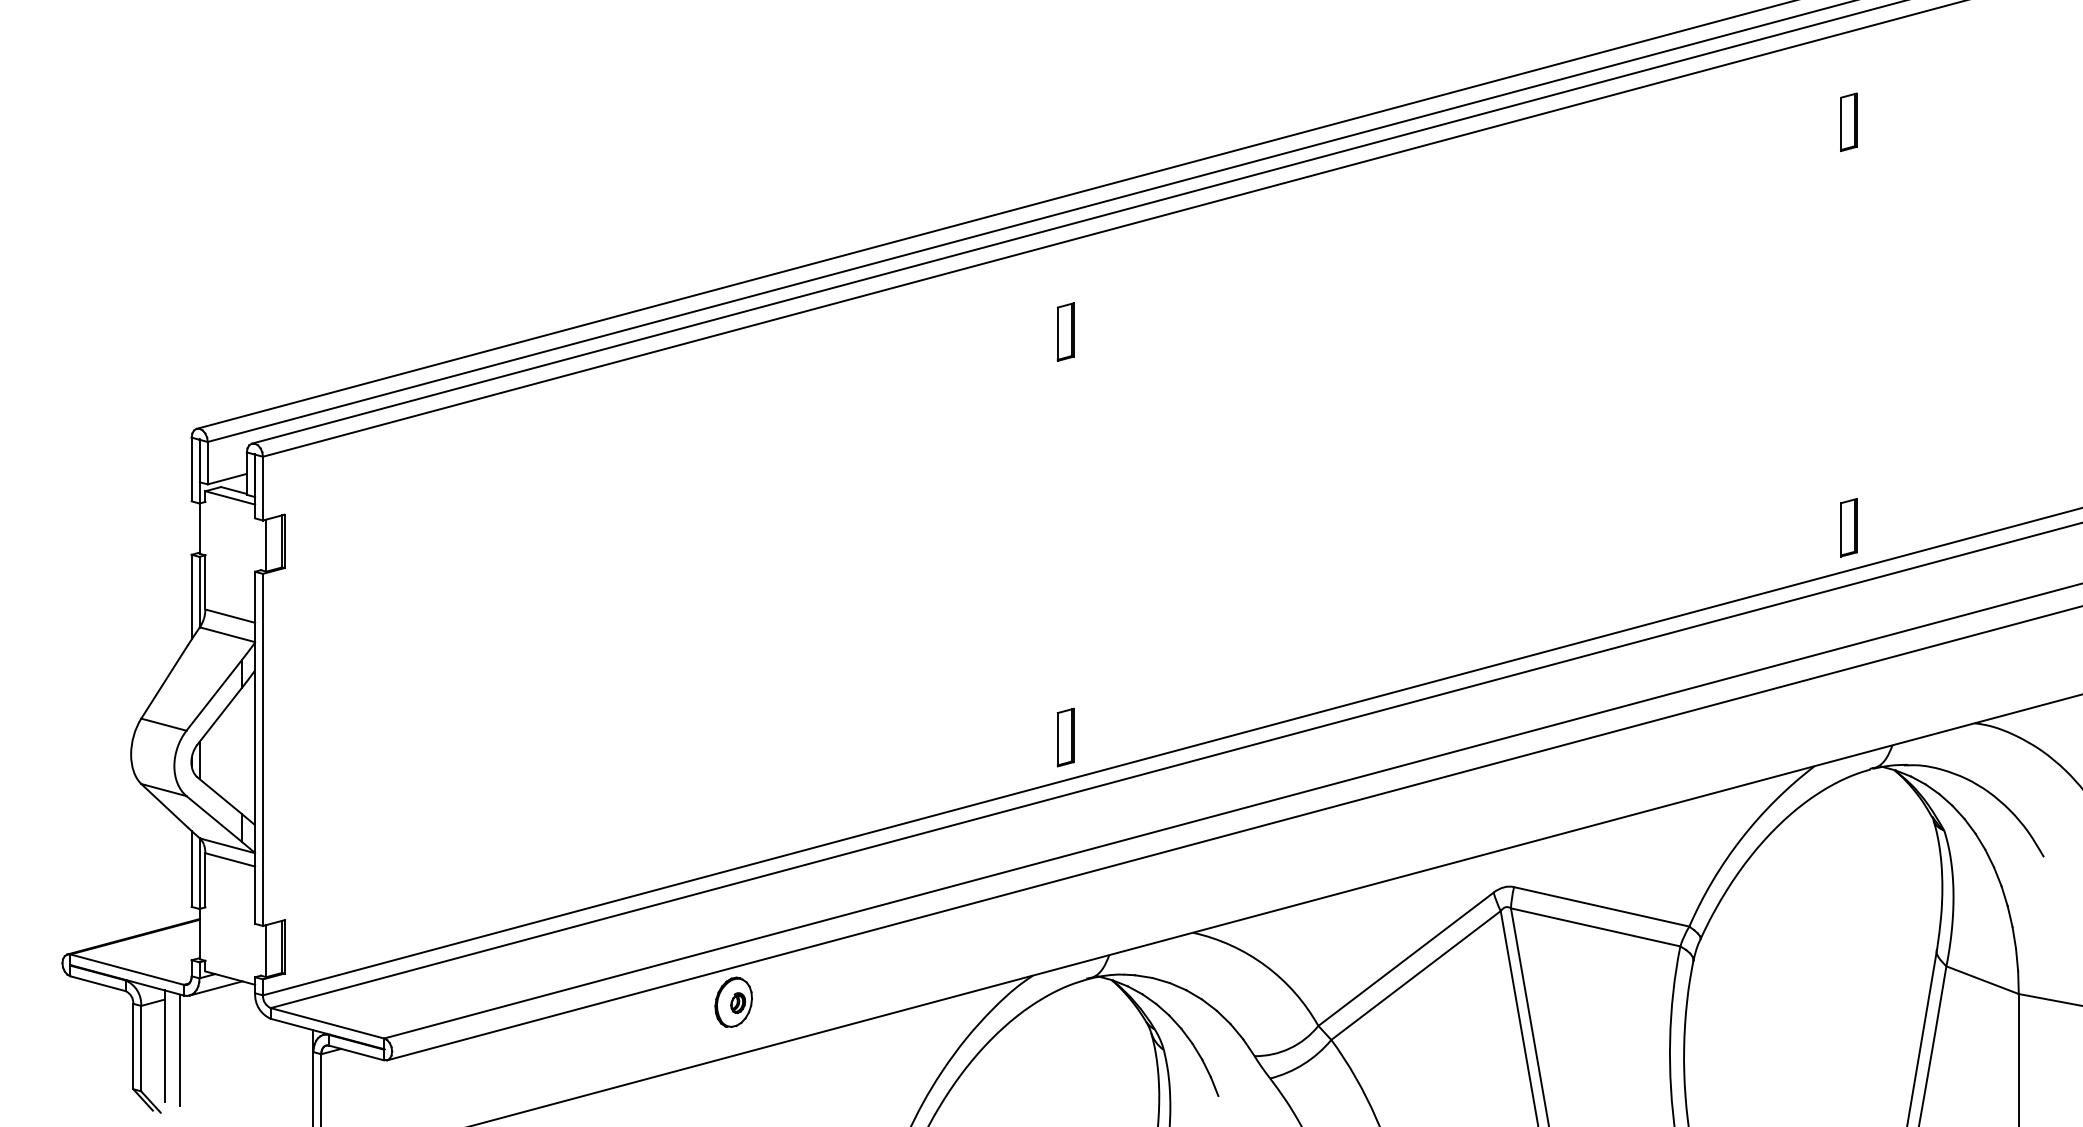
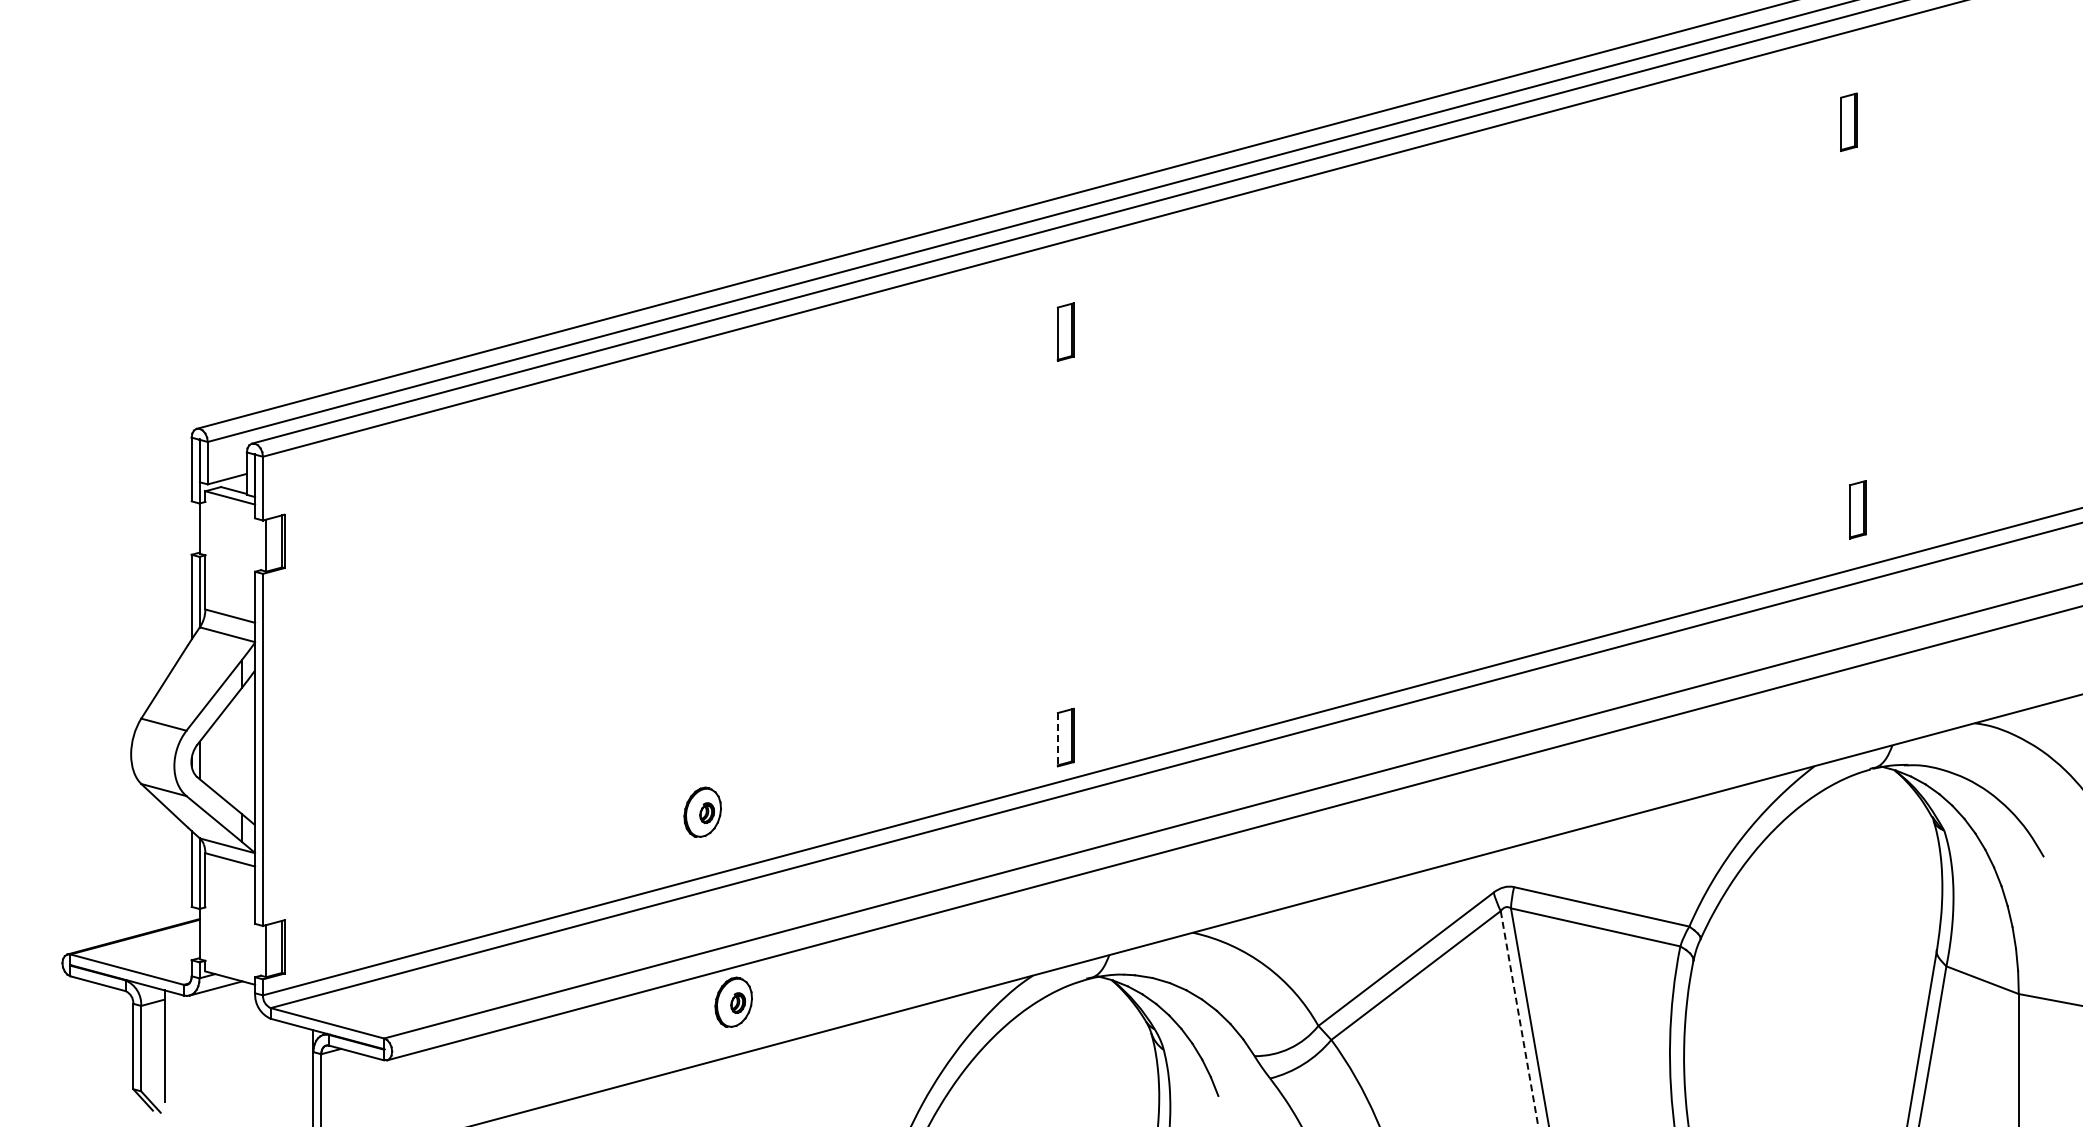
part at (1848, 527) position: (1848, 527) -> (1857, 509)
line at (1057, 739): solid -> dashed
part at (702, 811): none -> present
line at (1519, 1019): solid -> dashed
line at (180, 1050): present -> none
